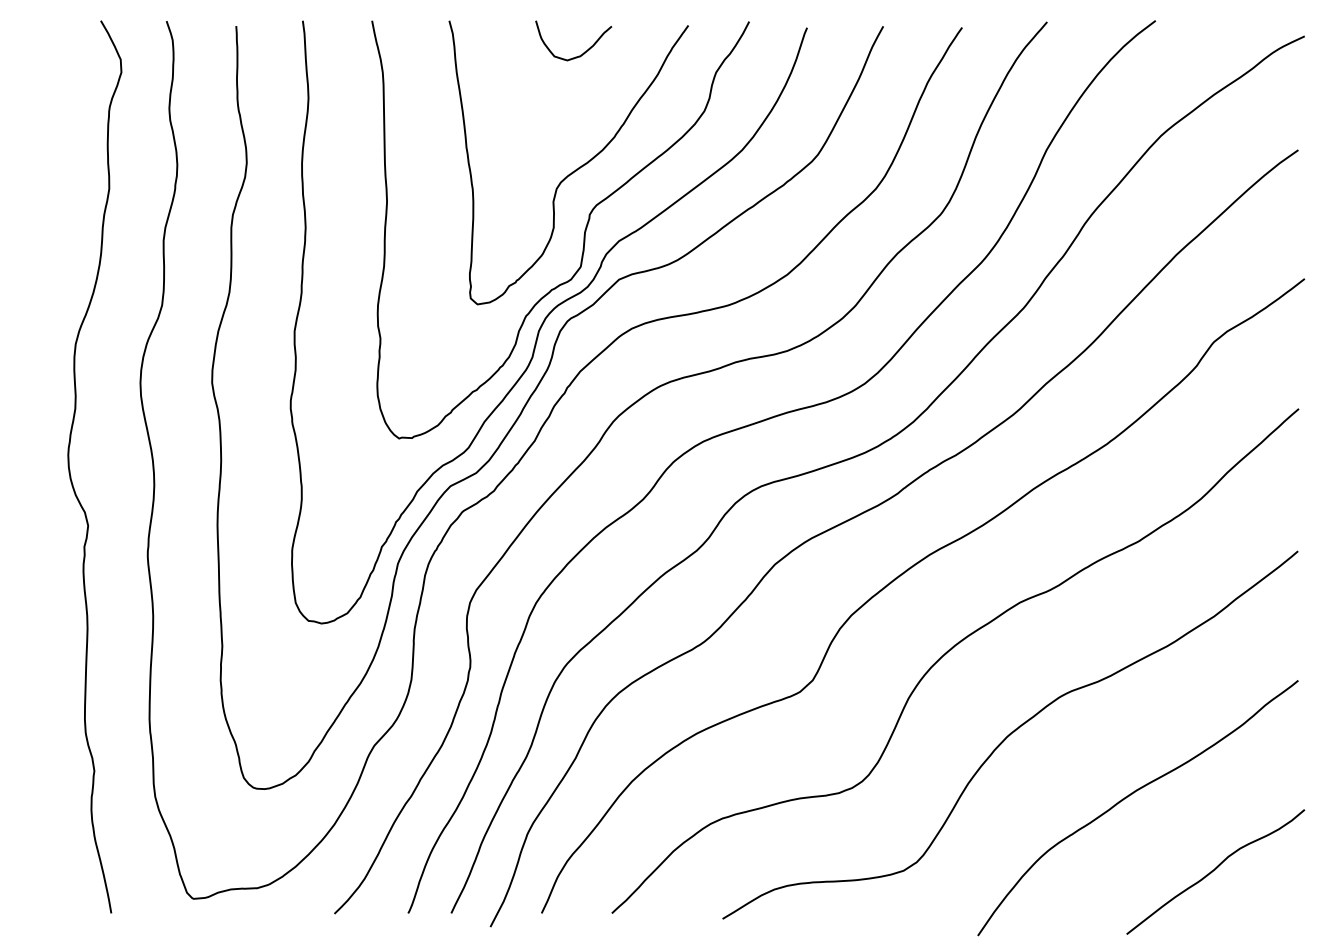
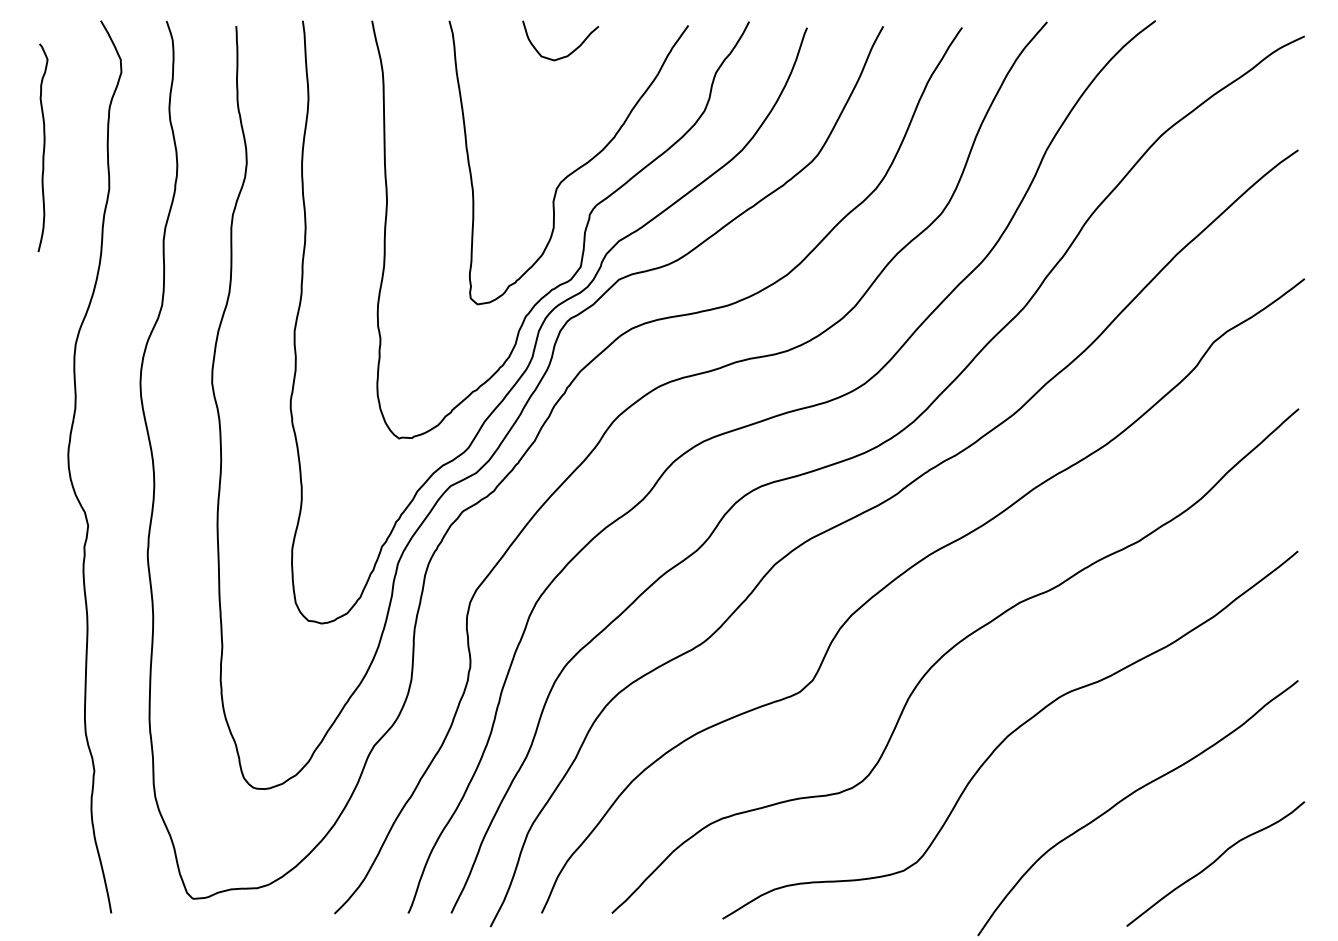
curve at (584, 51) position: (584, 51) -> (571, 51)
curve at (43, 147): none -> present
curve at (1215, 870) position: (1215, 870) -> (1215, 862)
